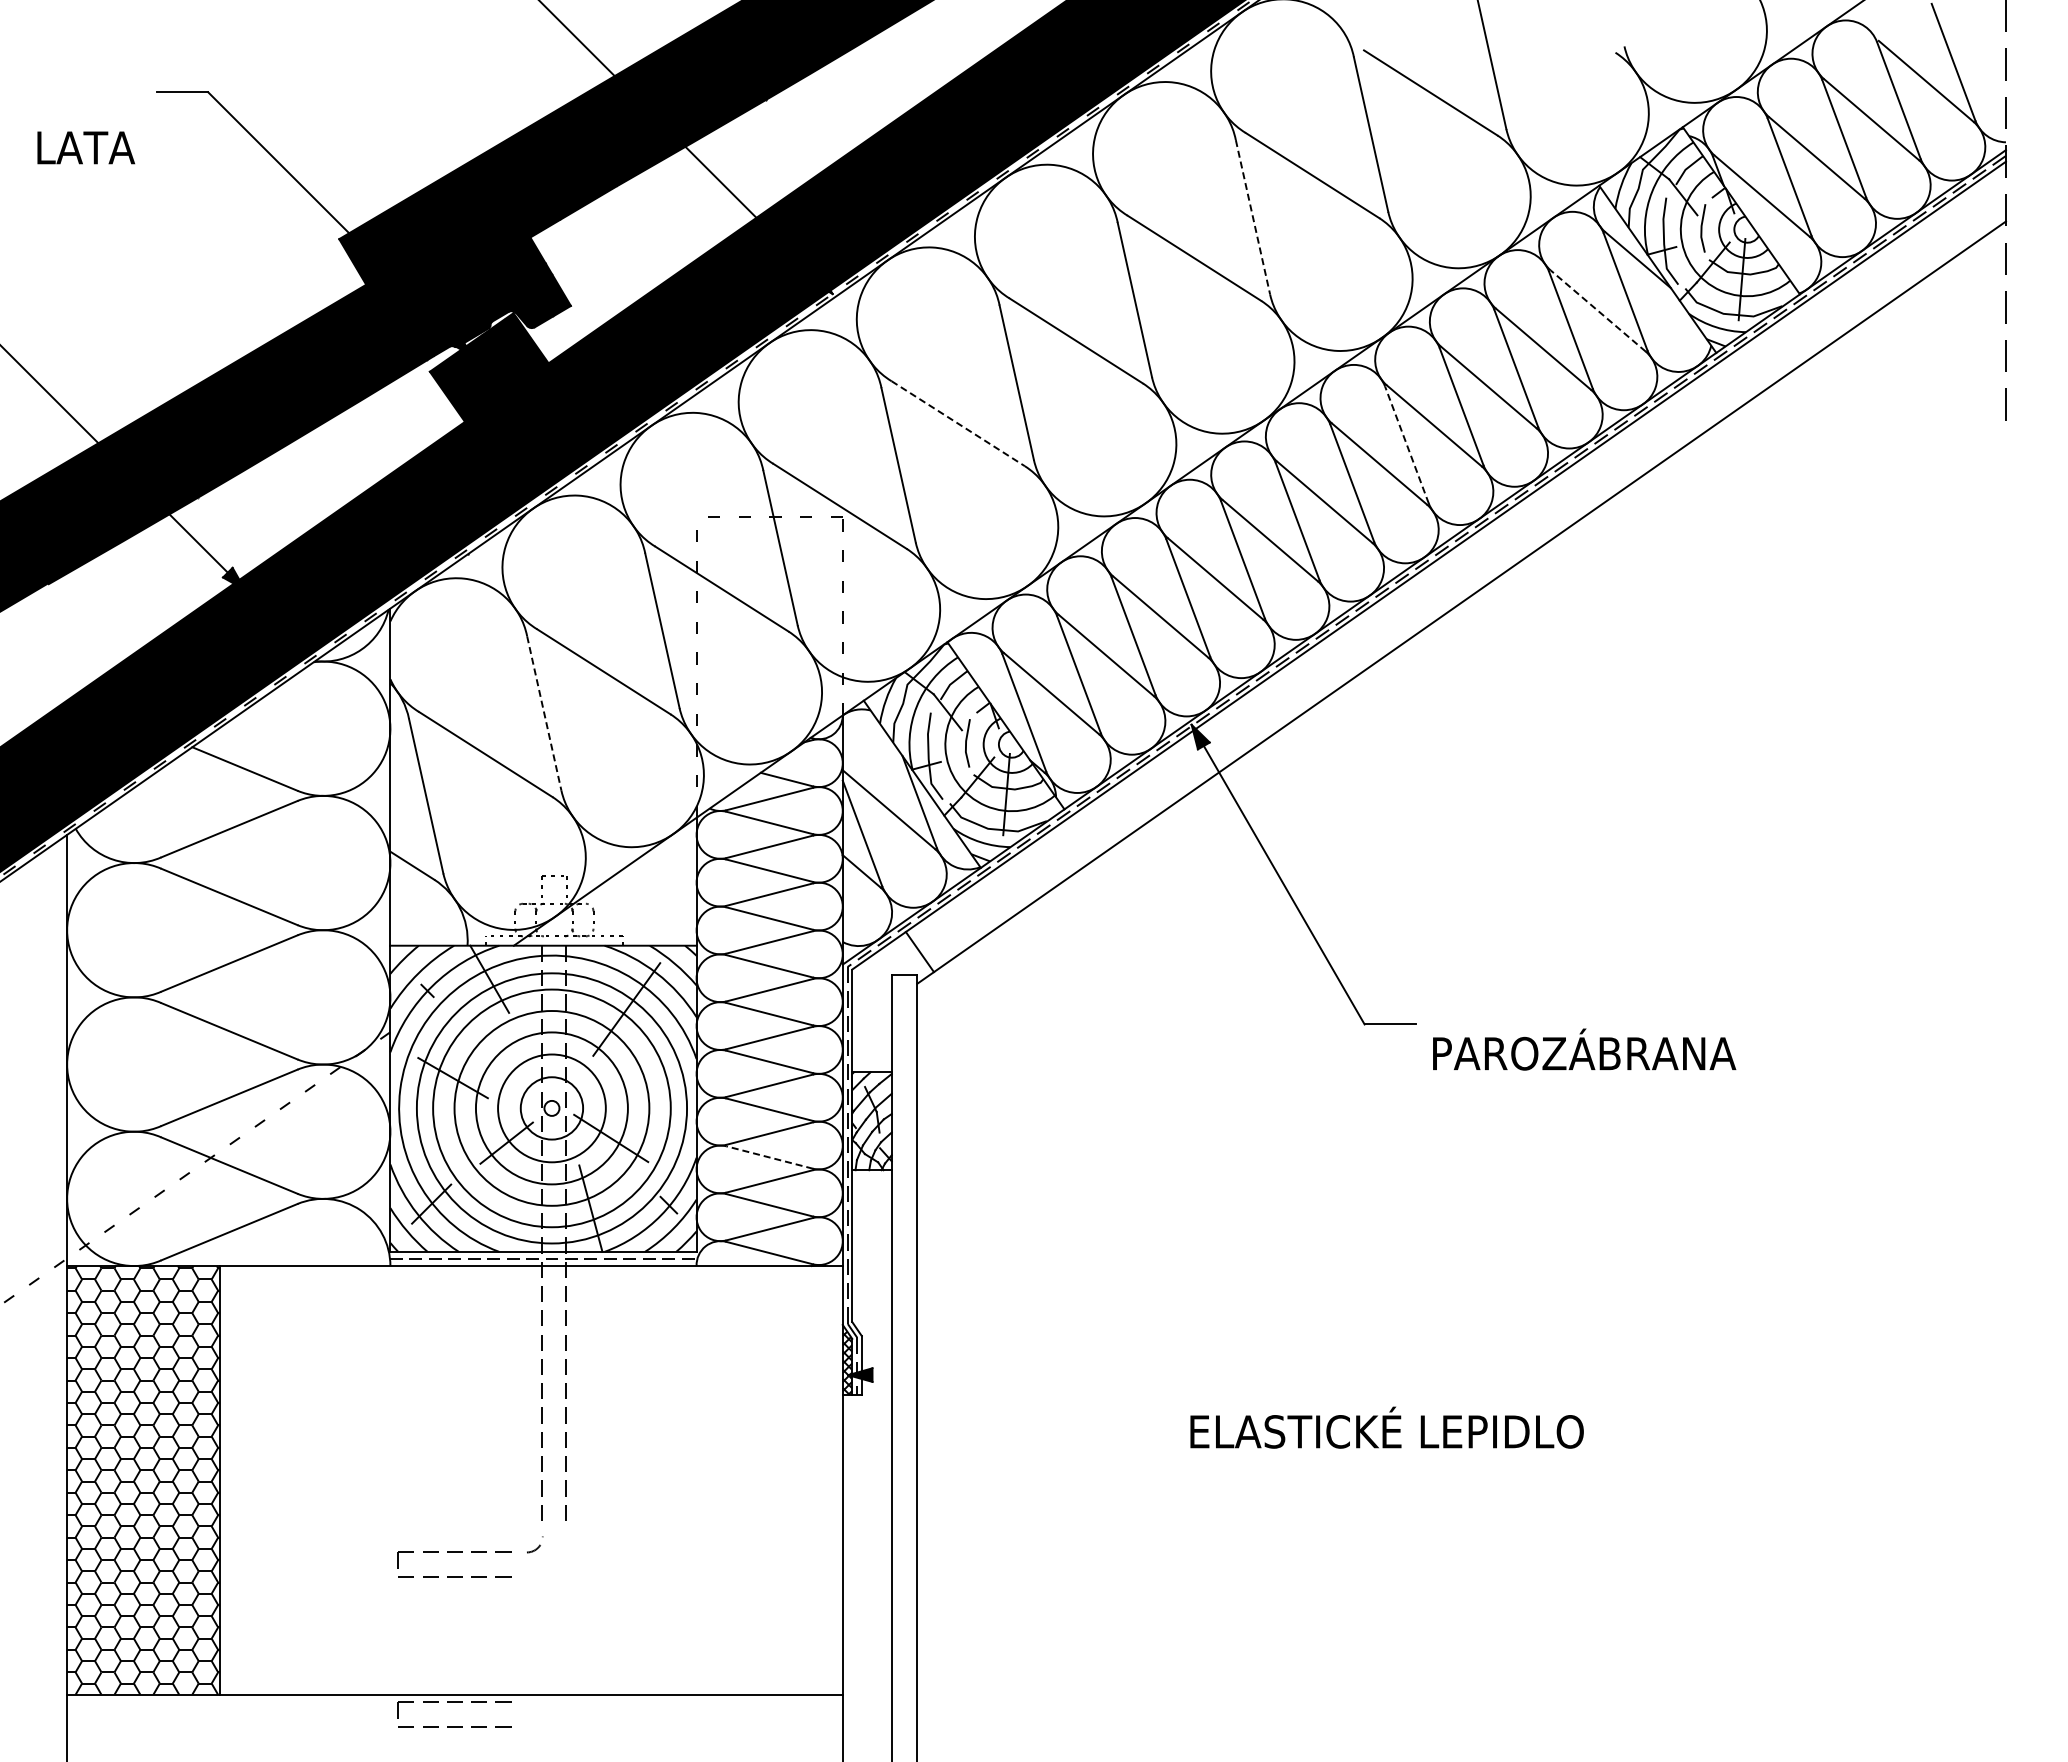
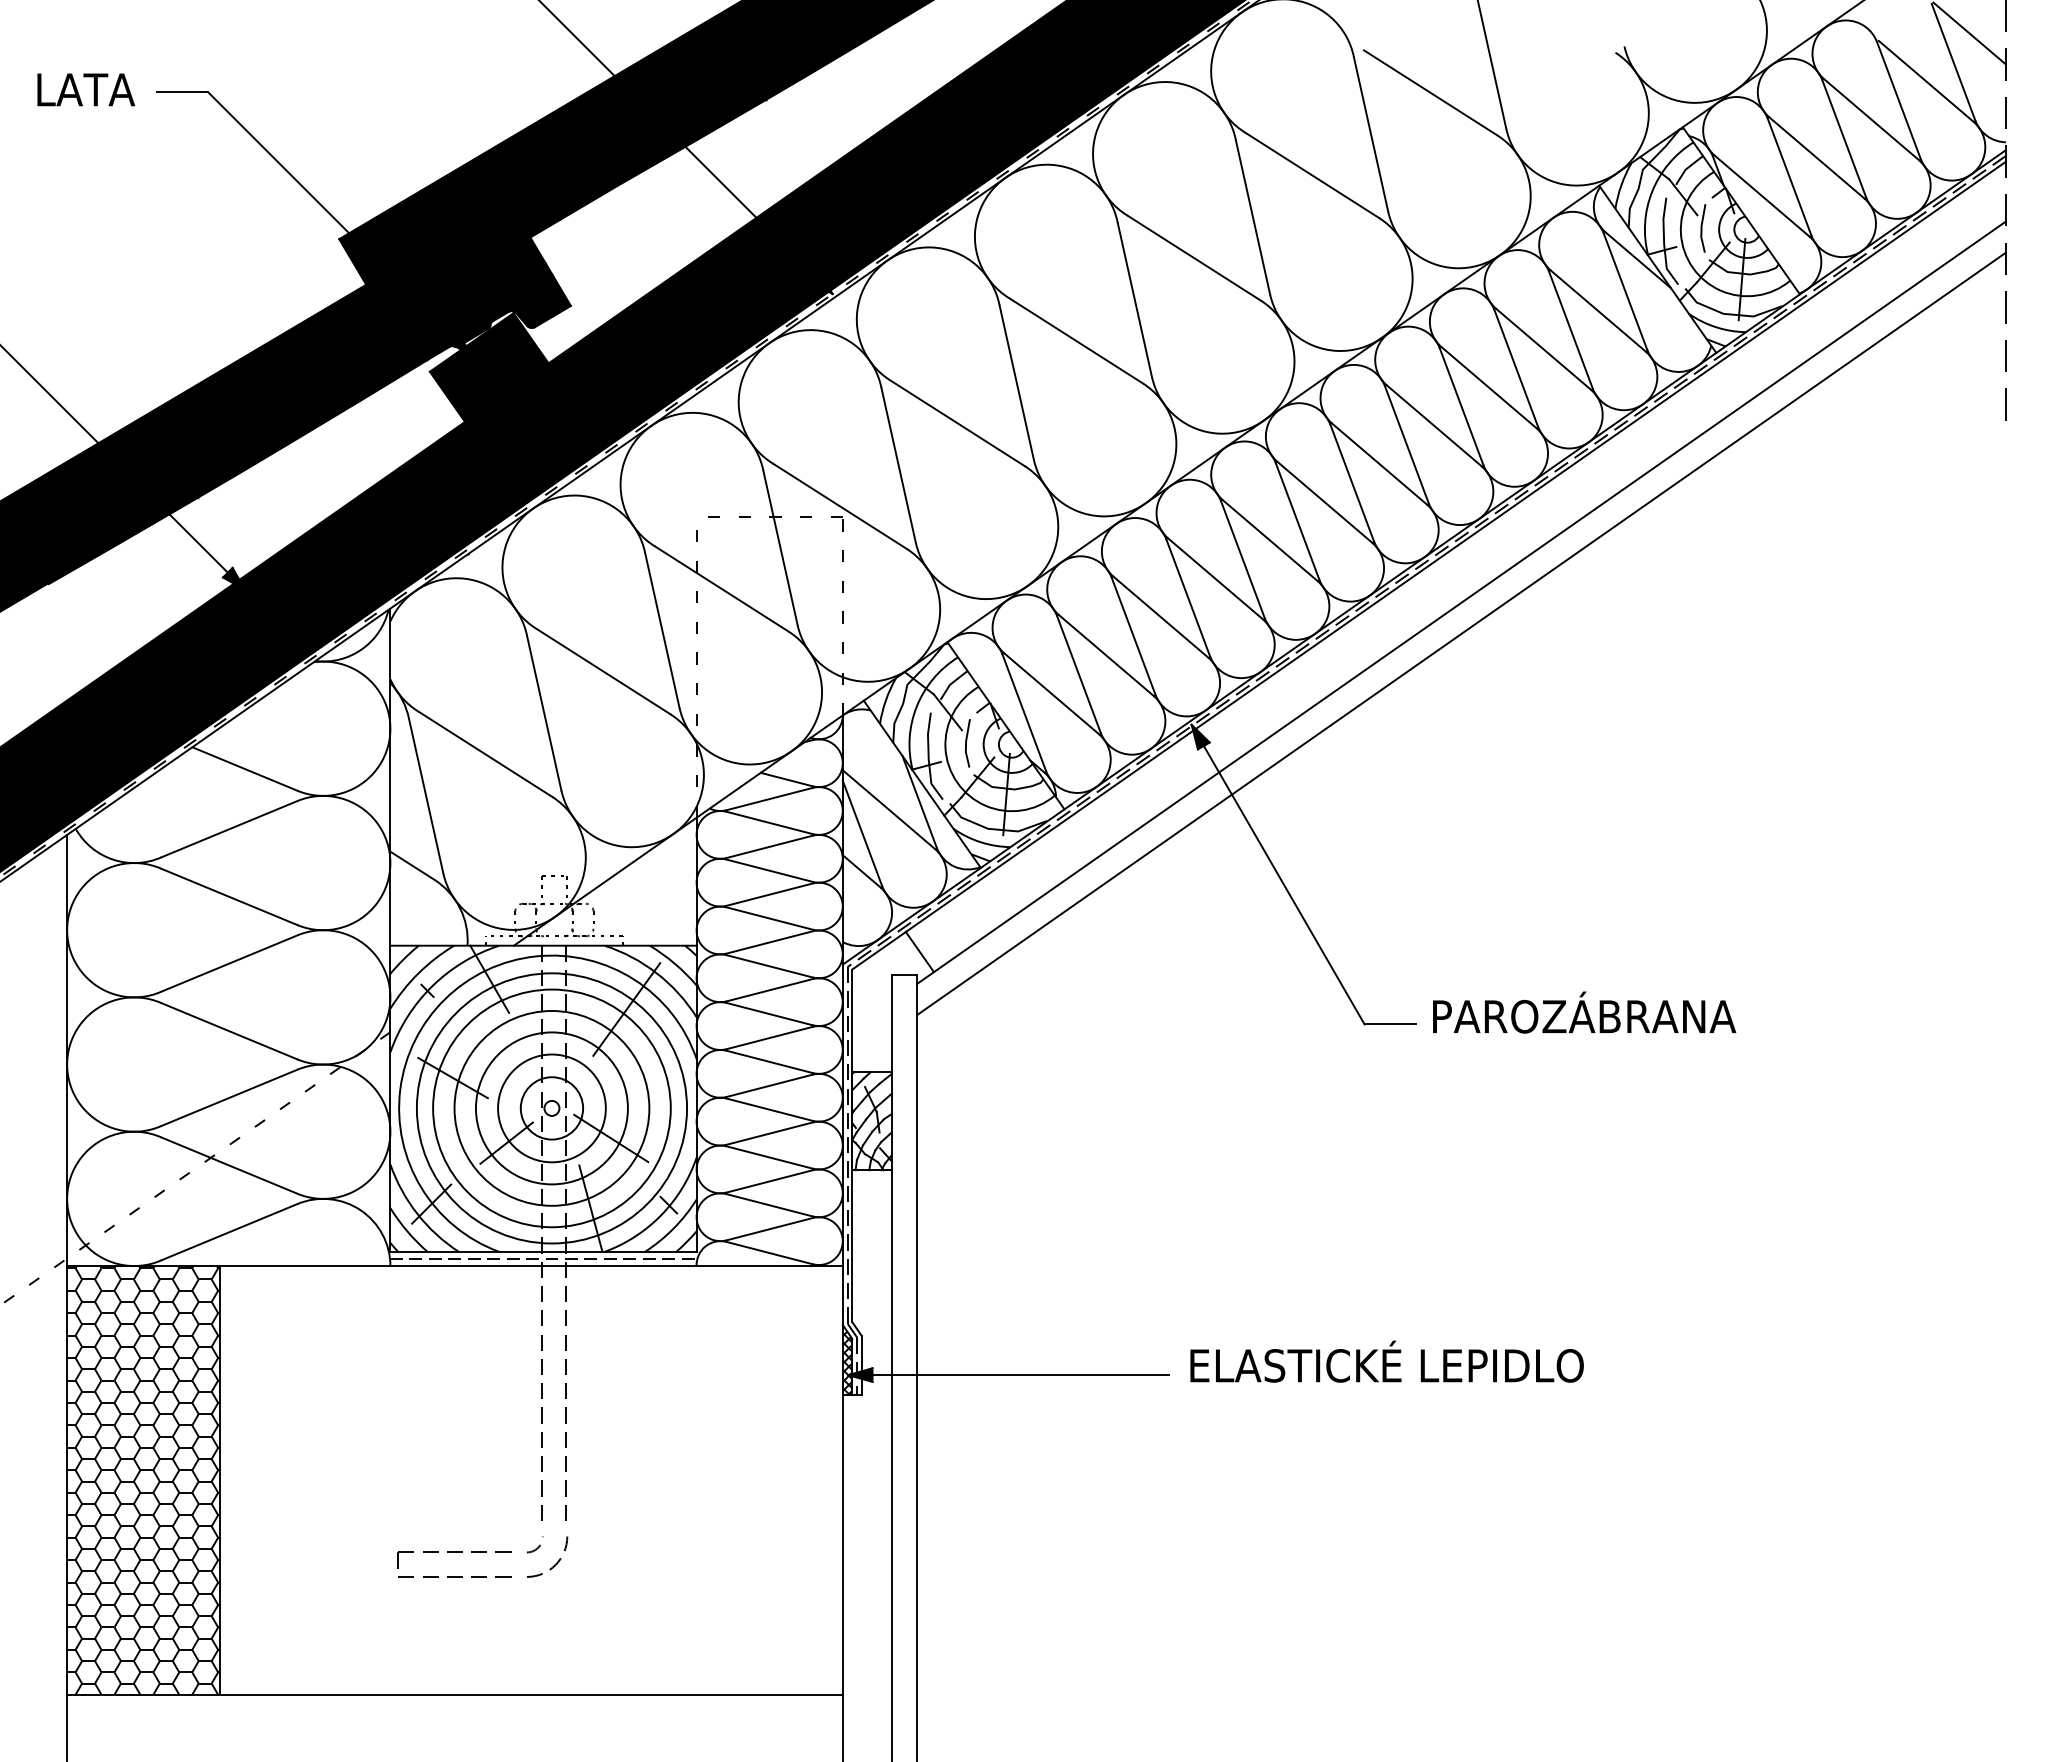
line at (1969, 33): none -> present
text at (86, 147) position: (86, 147) -> (86, 89)
line at (1253, 217): dashed -> solid
line at (1597, 310): dashed -> solid
line at (958, 423): dashed -> solid
line at (1406, 444): dashed -> solid
line at (1461, 633): none -> present
line at (544, 714): dashed -> solid
text at (1584, 1049) position: (1584, 1049) -> (1584, 1012)
line at (769, 1157): dashed -> solid
line at (1020, 1375): none -> present
text at (1386, 1427) position: (1386, 1427) -> (1386, 1361)
arc at (555, 1563): none -> present
part at (454, 1702): present -> none
